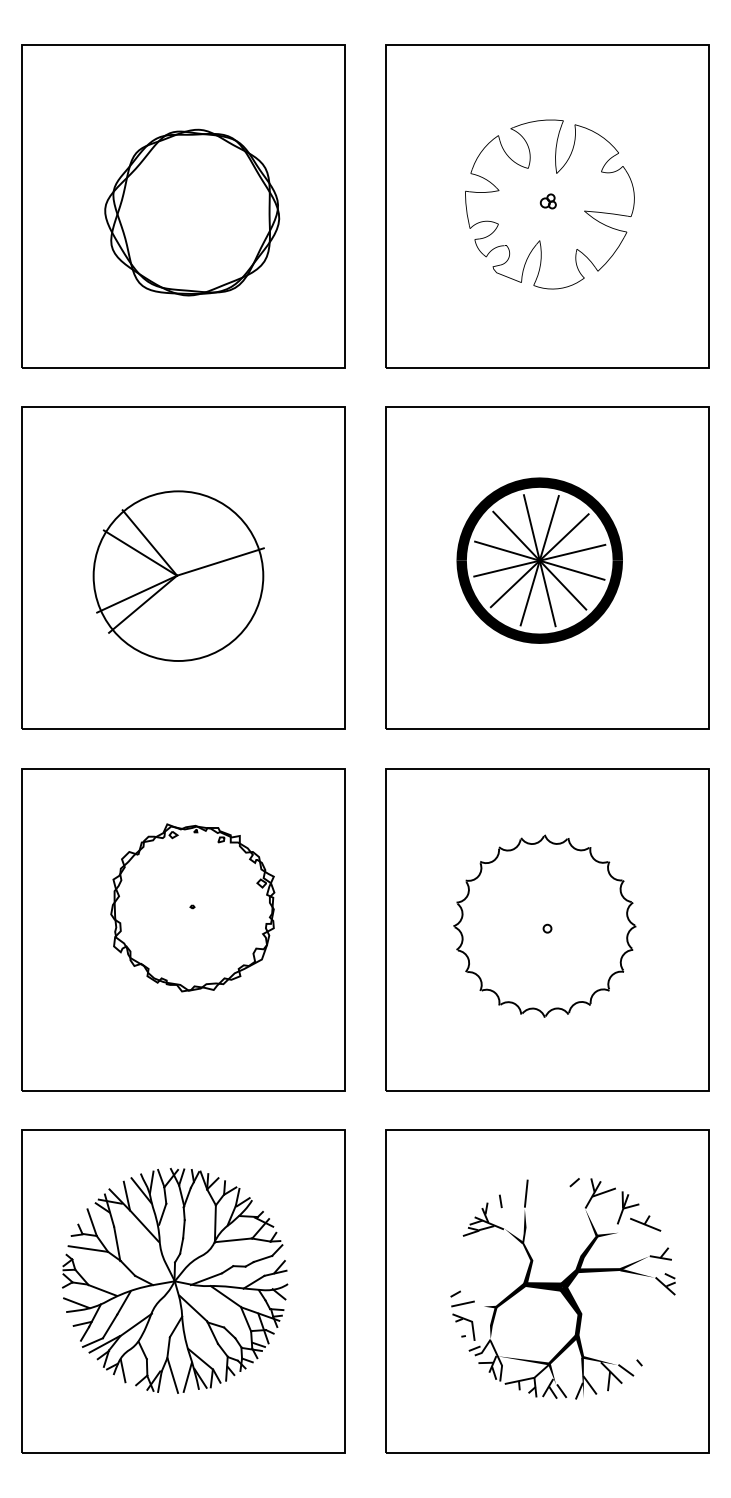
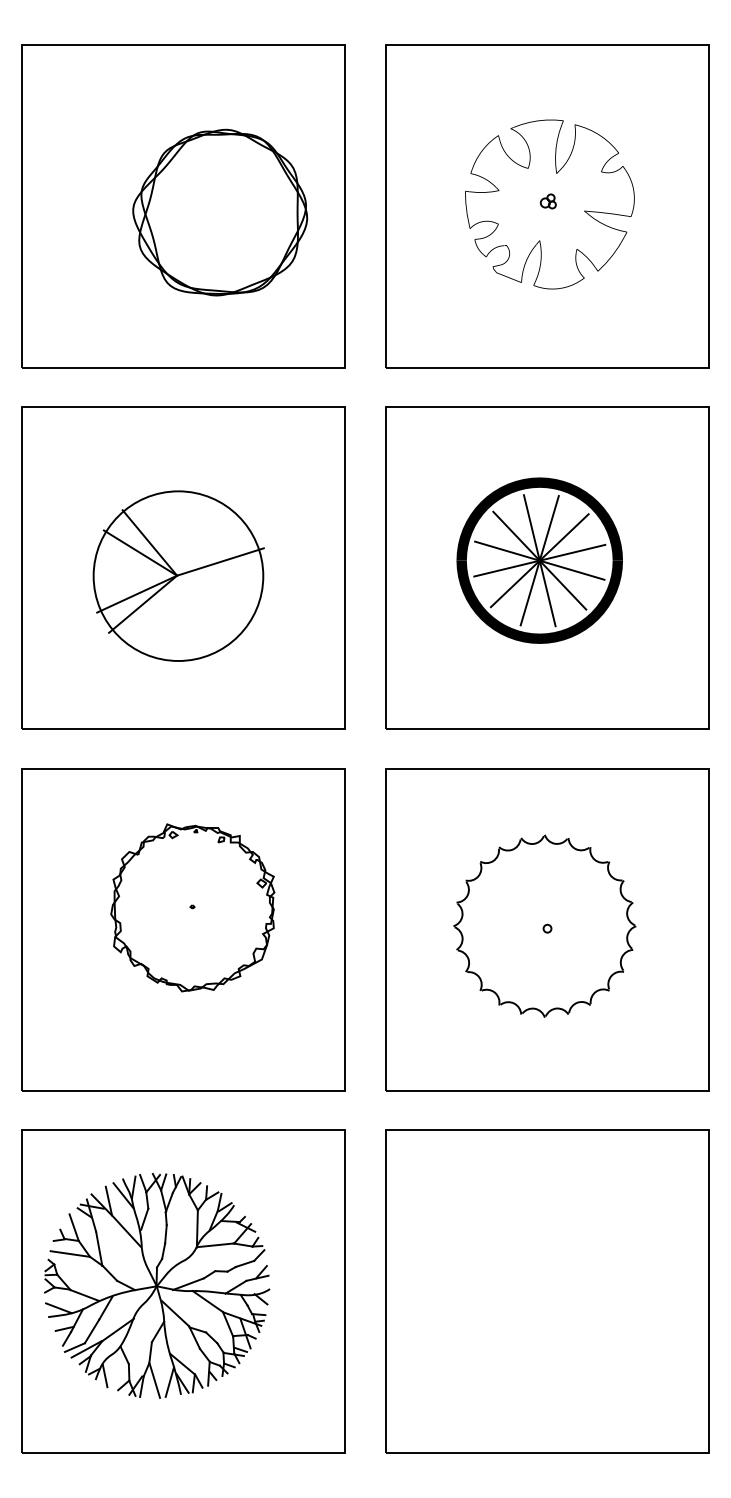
part at (192, 212) position: (192, 212) -> (220, 212)
part at (175, 1280) position: (175, 1280) -> (157, 1285)
part at (562, 1288): present -> none
